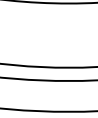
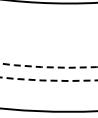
line at (49, 67): solid -> dashed
line at (49, 80): solid -> dashed
